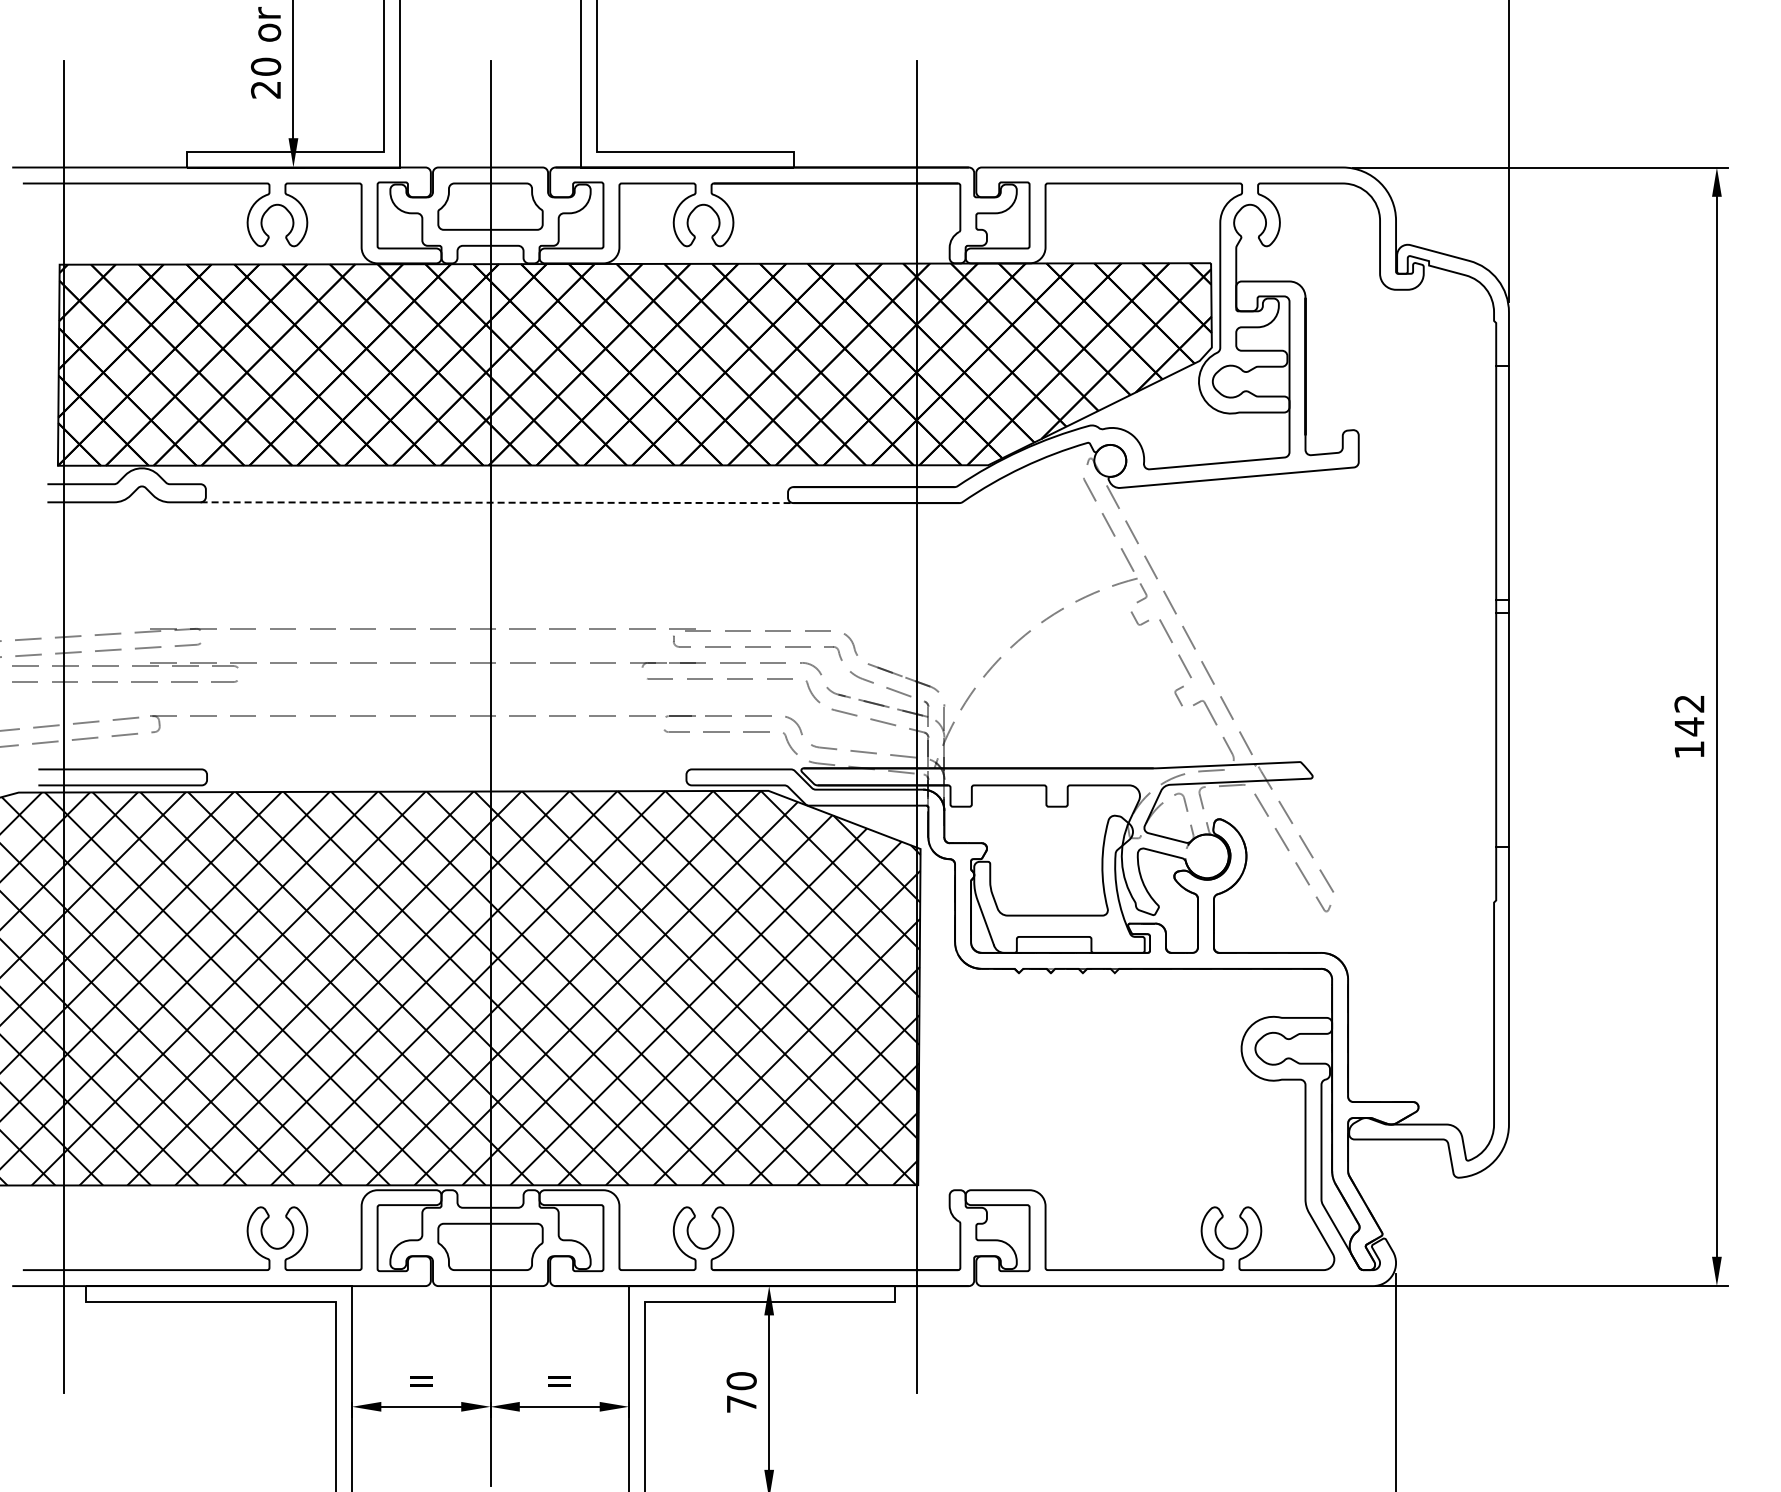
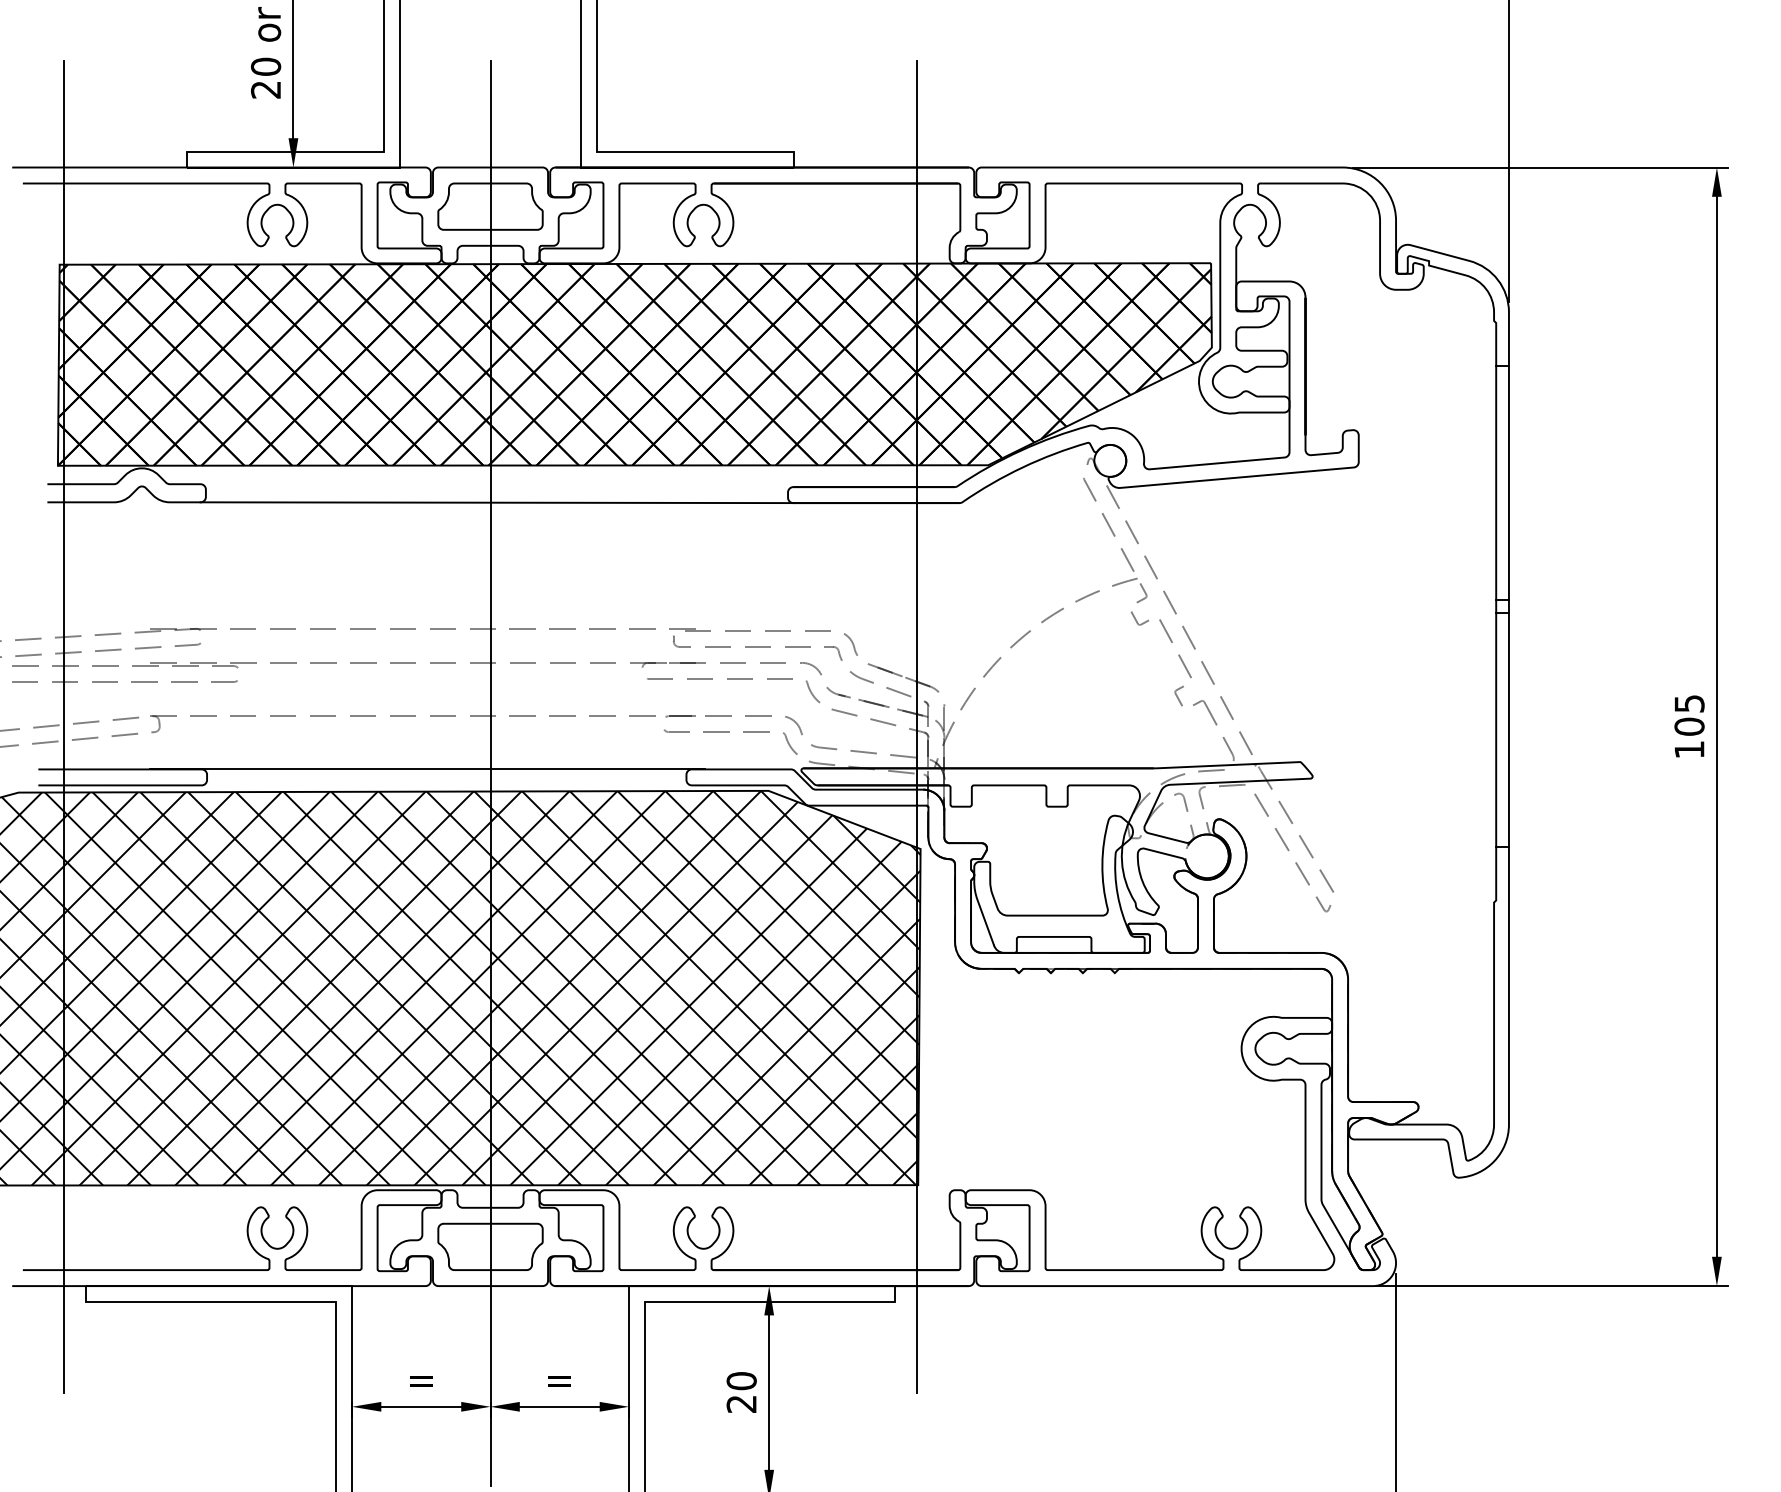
line at (497, 502): dashed -> solid
text at (1689, 715): 142 -> 105
line at (426, 769): none -> present
text at (741, 1403): 70 -> 20
